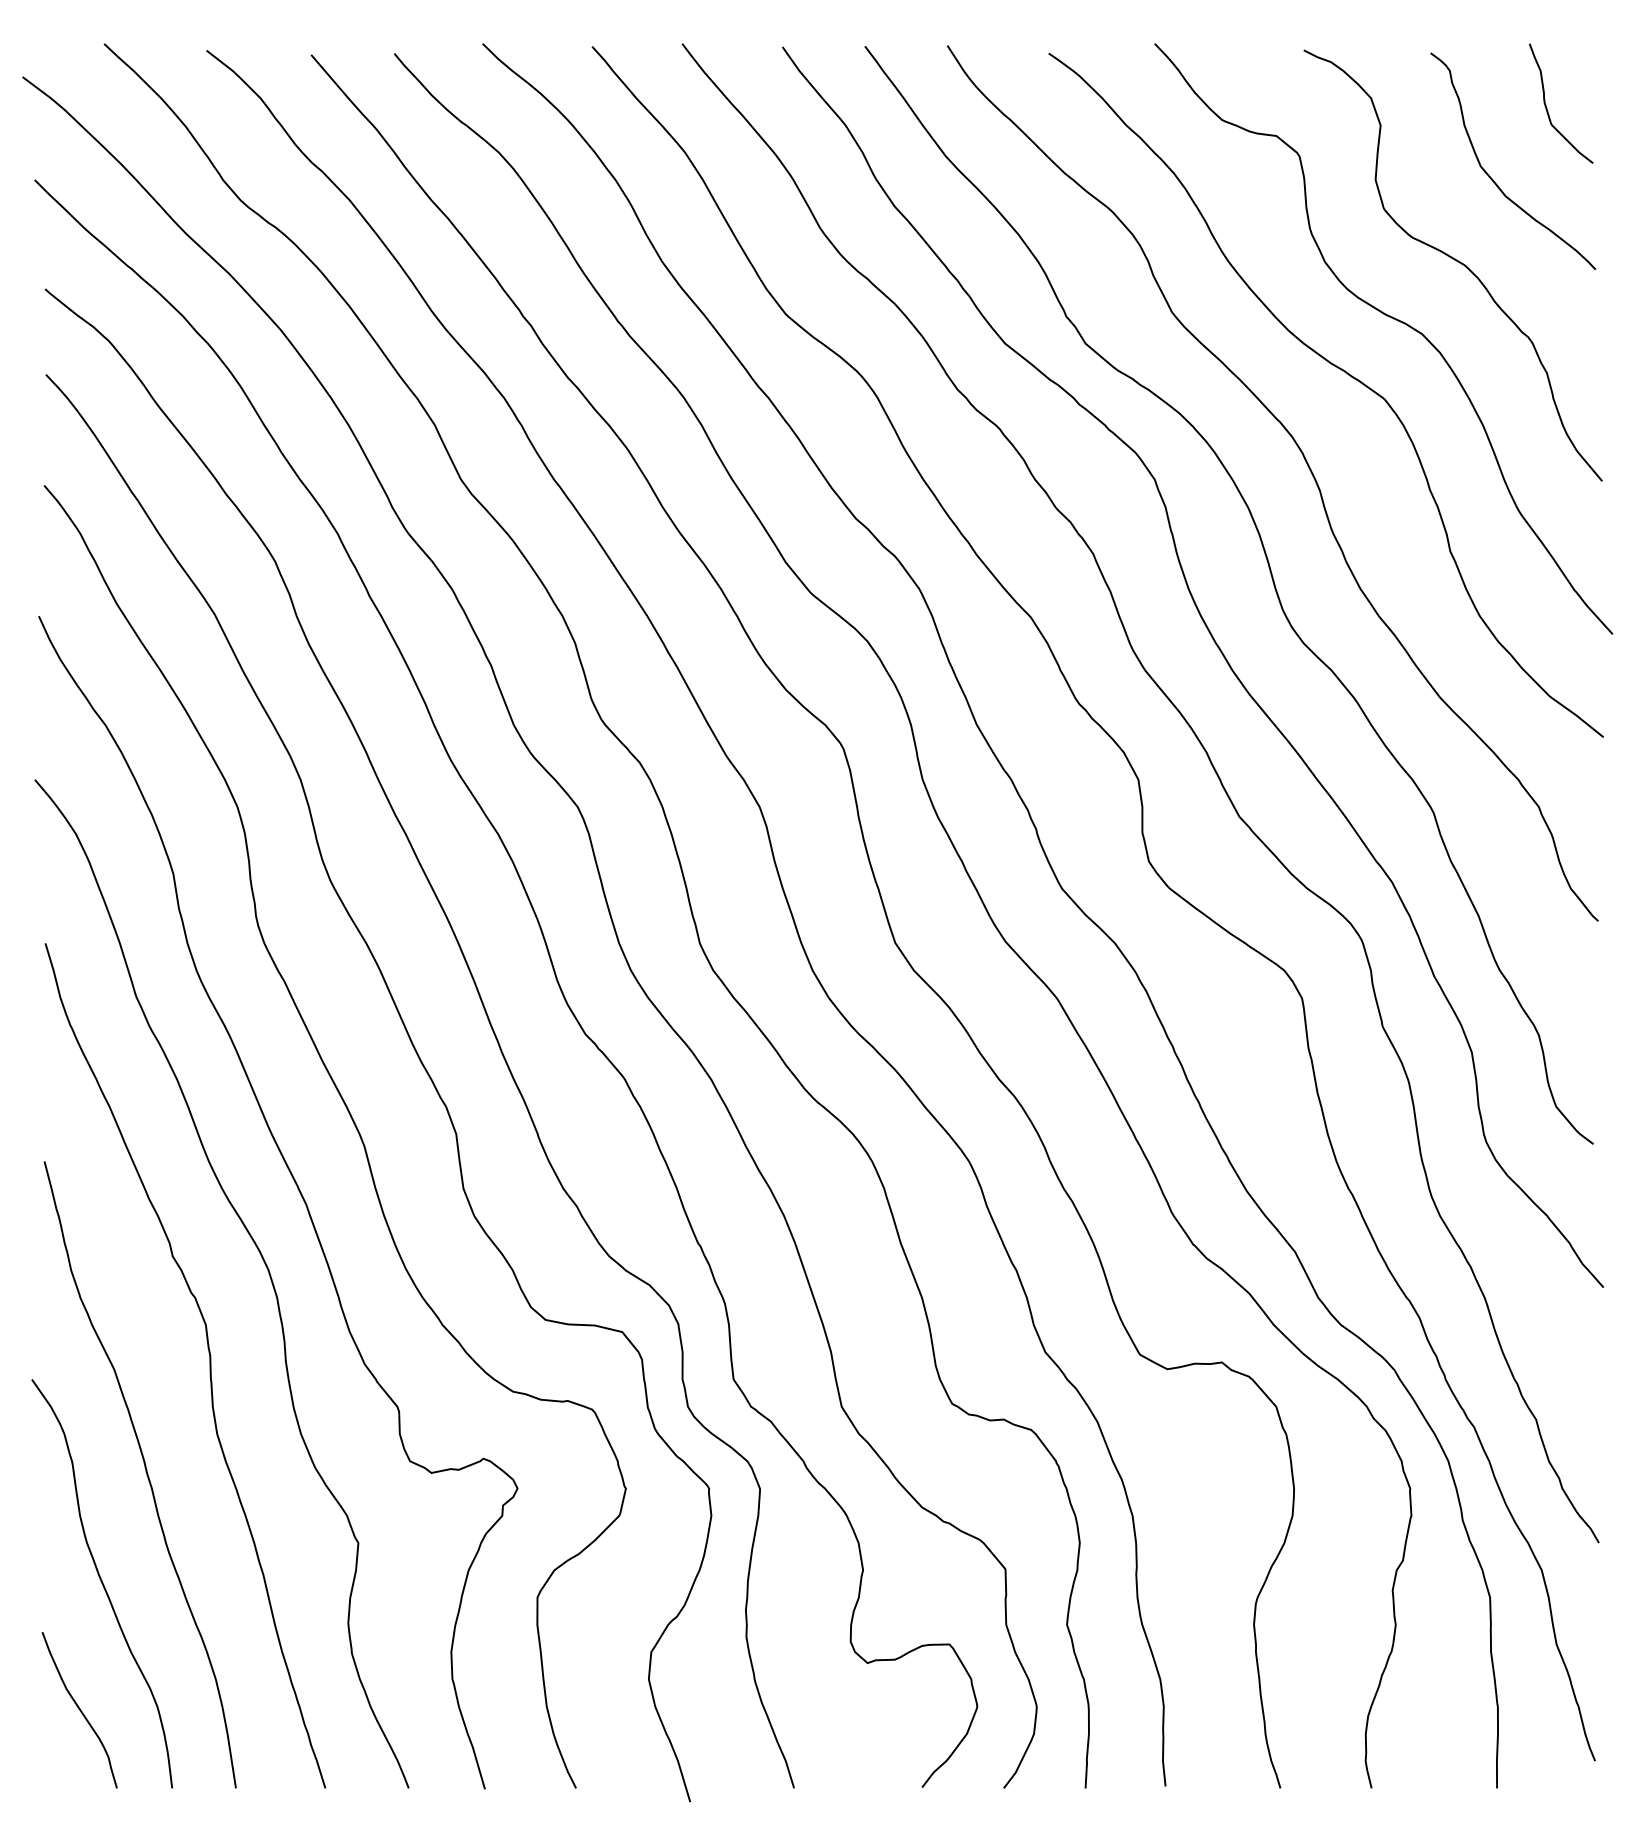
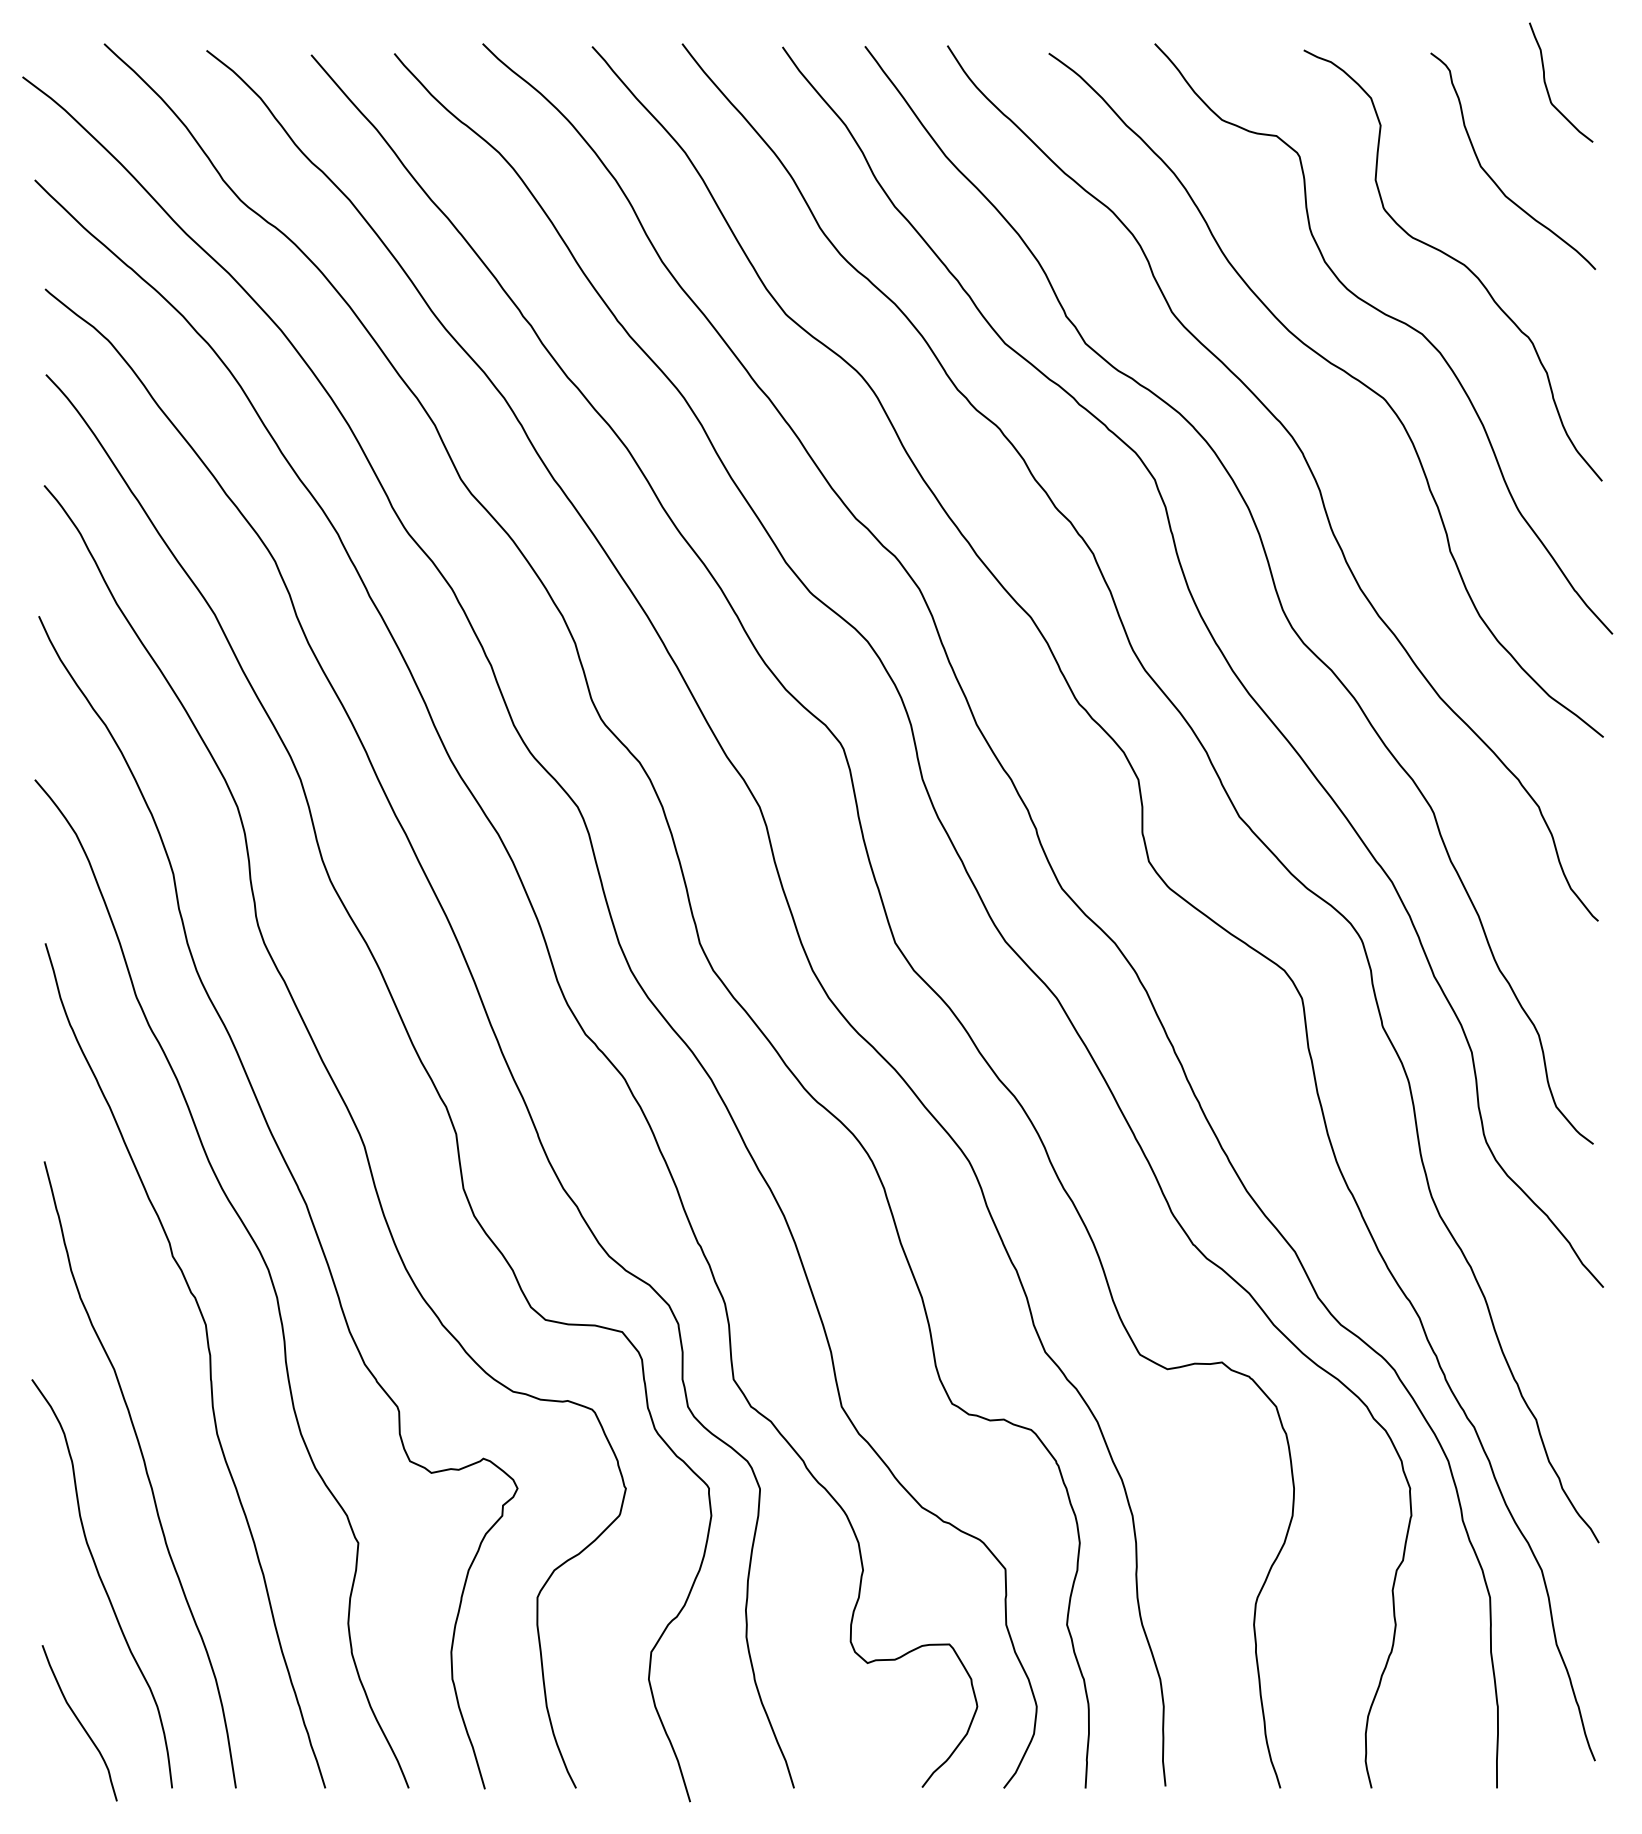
curve at (1547, 108) position: (1547, 108) -> (1547, 87)
curve at (79, 1710) position: (79, 1710) -> (79, 1723)
